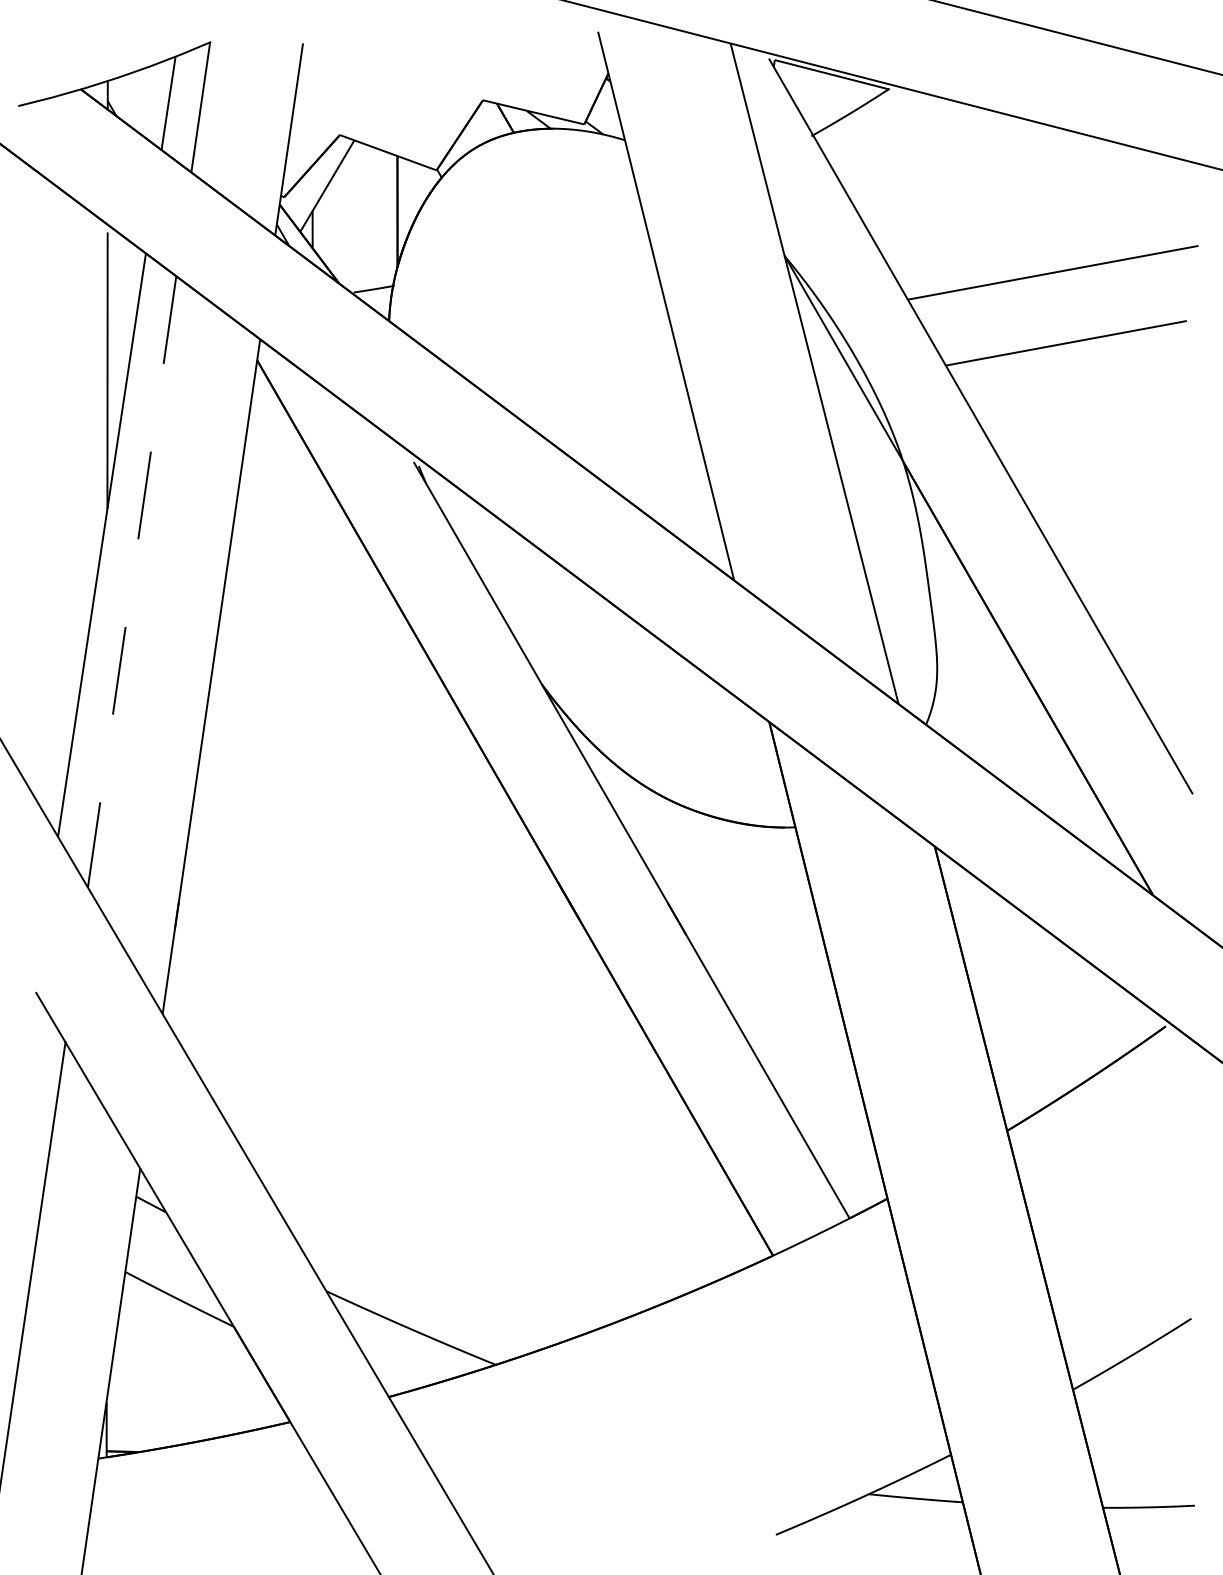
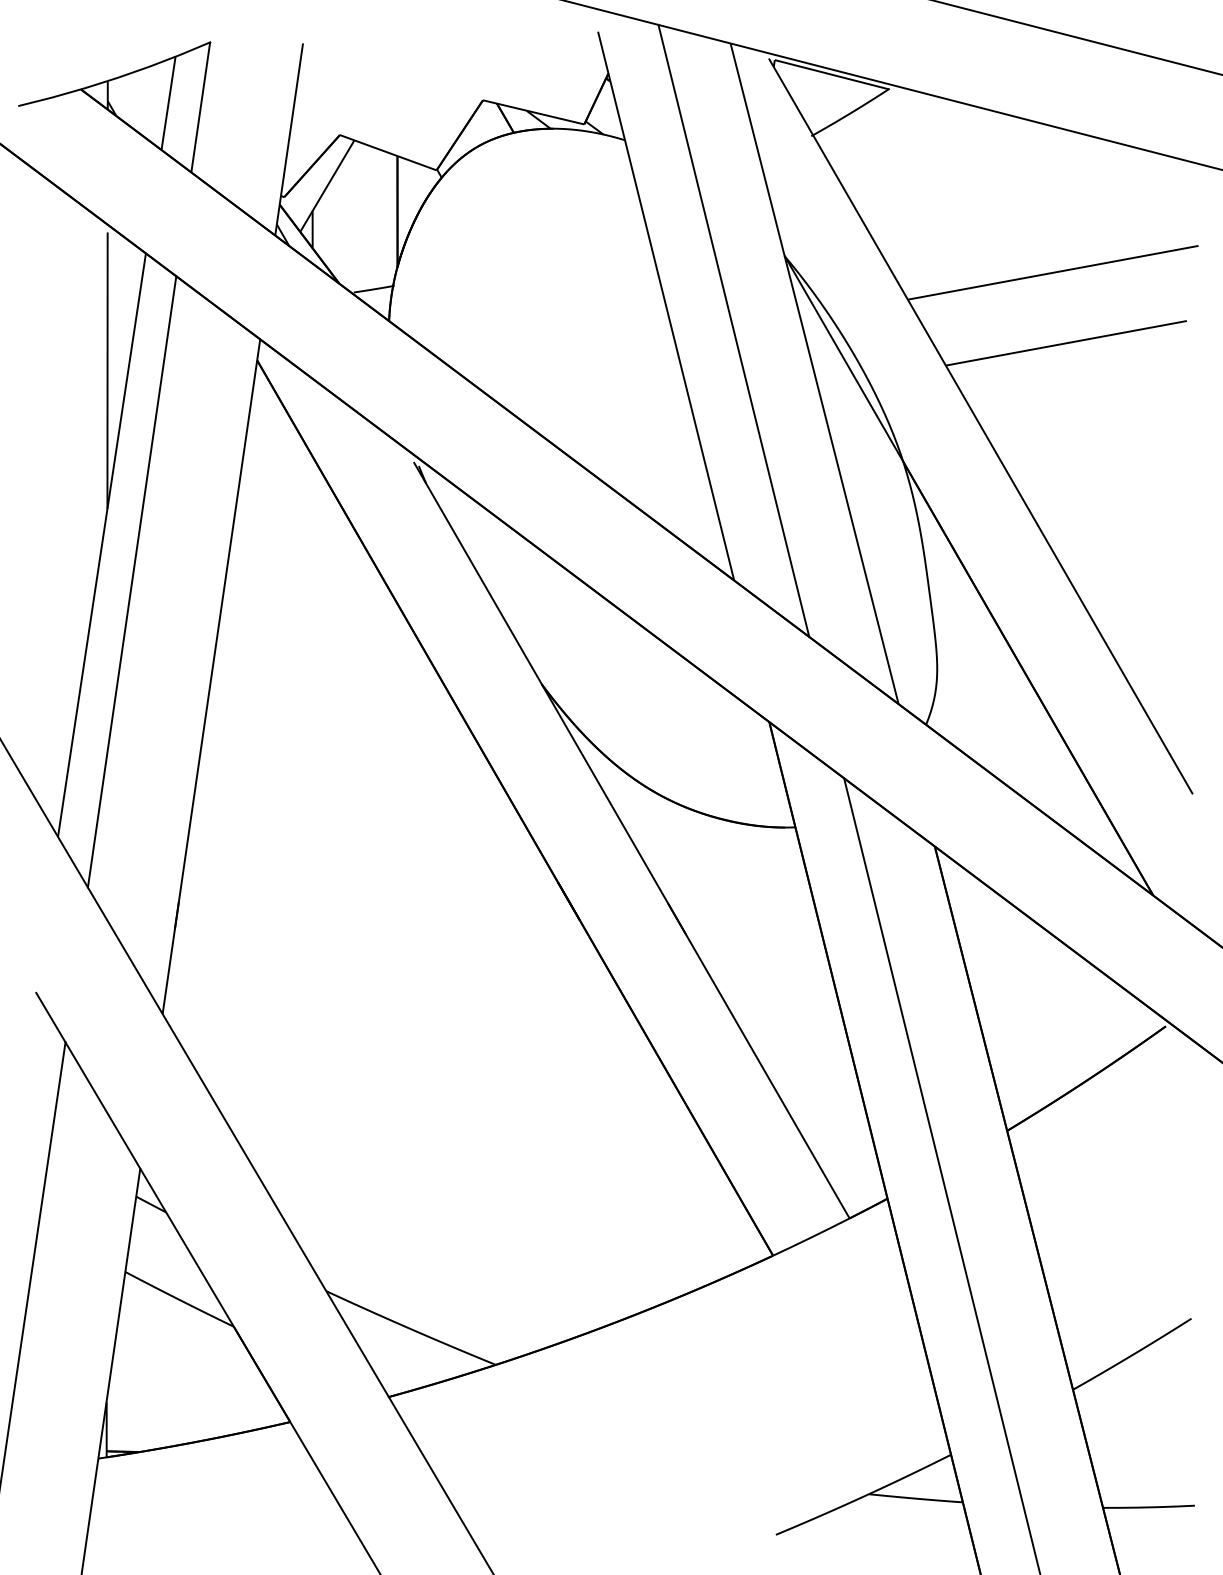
line at (733, 330): none -> present
line at (132, 581): dashed -> solid
line at (941, 1174): none -> present
